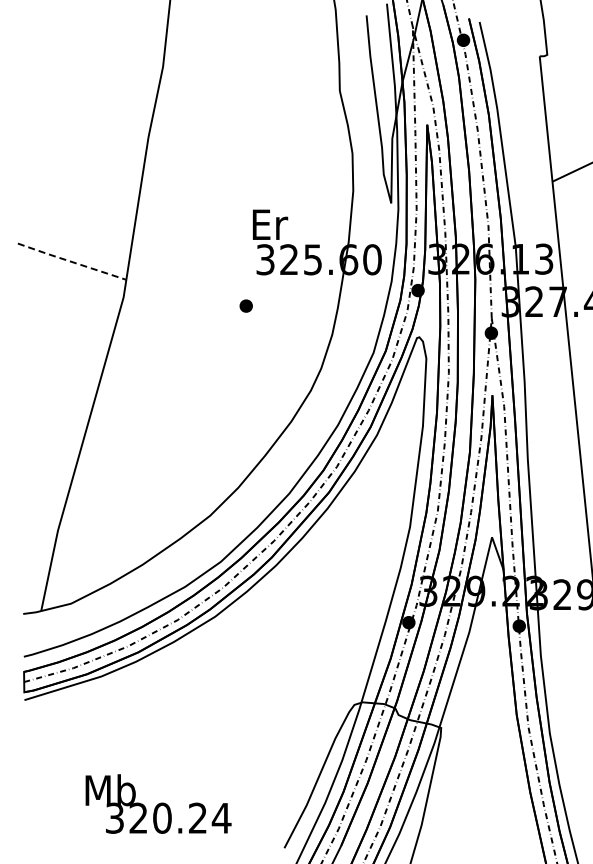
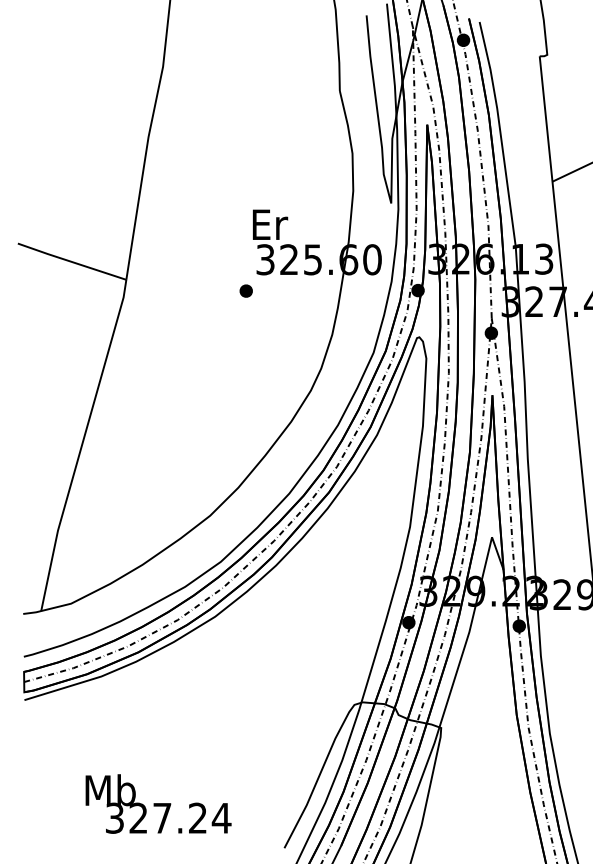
line at (71, 261): dashed -> solid
part at (245, 305) position: (245, 305) -> (245, 290)
text at (162, 817): 320.24 -> 327.24
